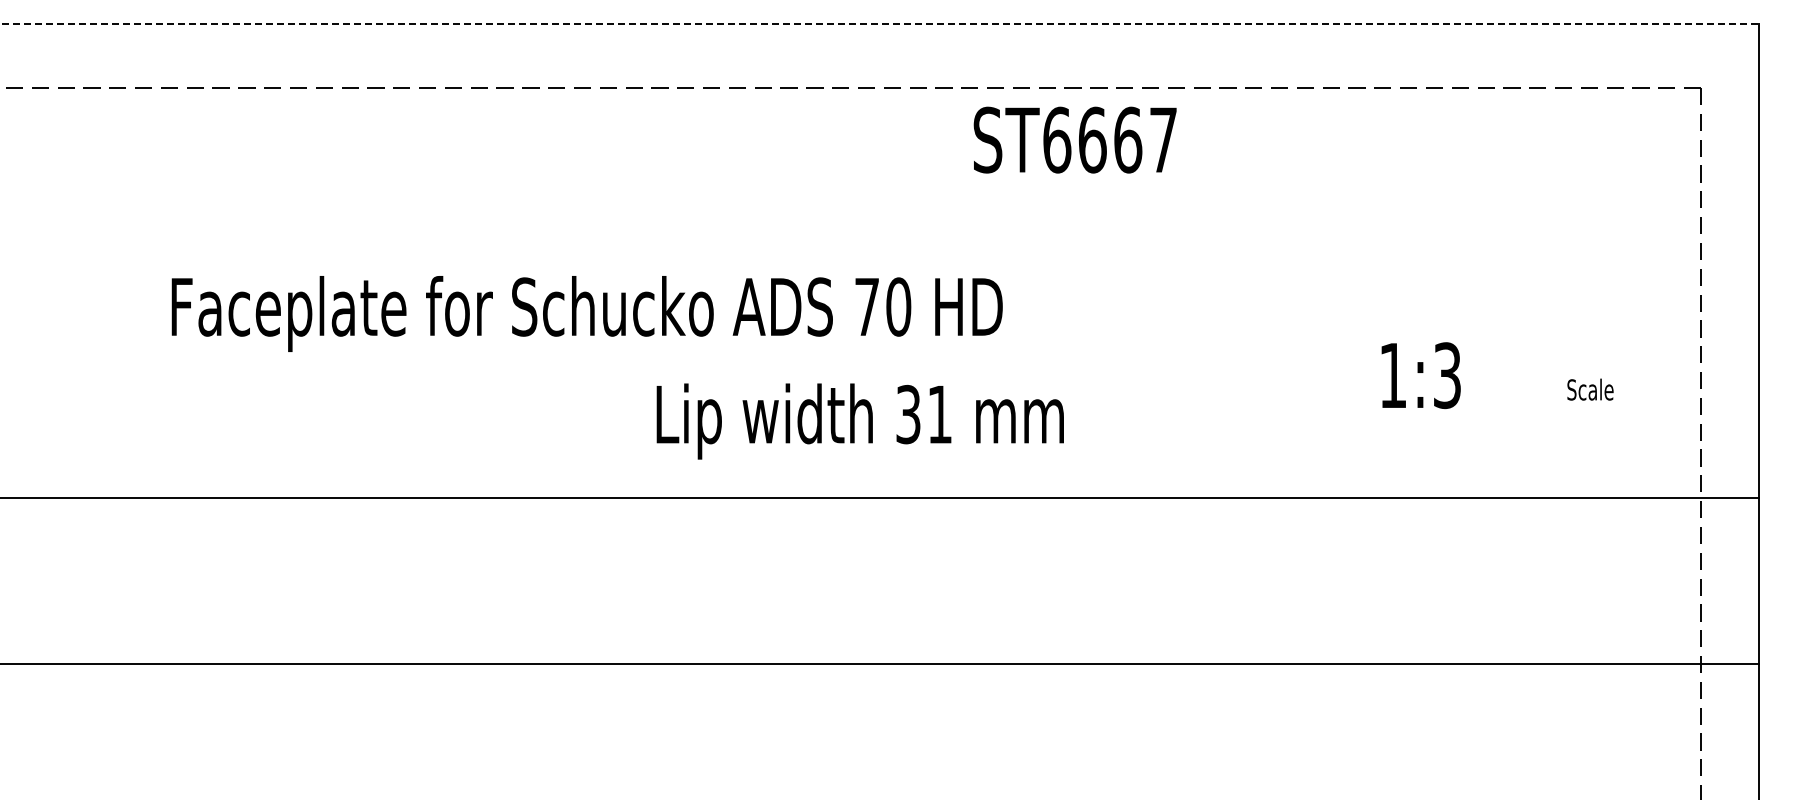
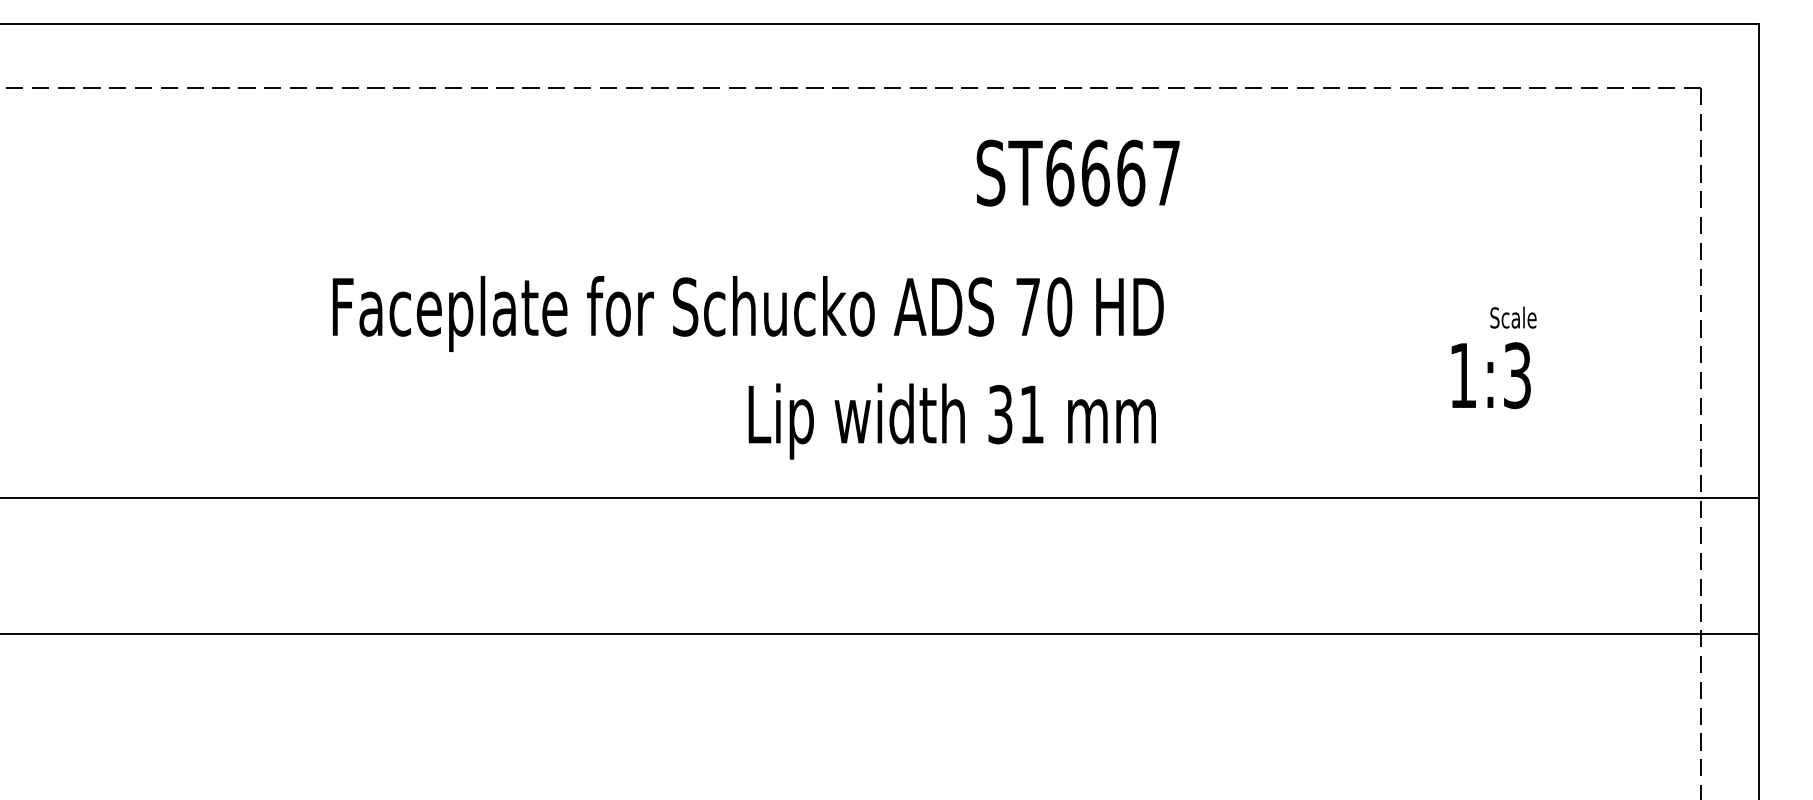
line at (879, 23): dashed -> solid
text at (1074, 139) position: (1074, 139) -> (1077, 172)
text at (586, 313) position: (586, 313) -> (747, 313)
text at (1420, 375) position: (1420, 375) -> (1490, 375)
text at (1590, 389) position: (1590, 389) -> (1513, 317)
text at (859, 421) position: (859, 421) -> (951, 421)
line at (880, 663) position: (880, 663) -> (880, 633)
